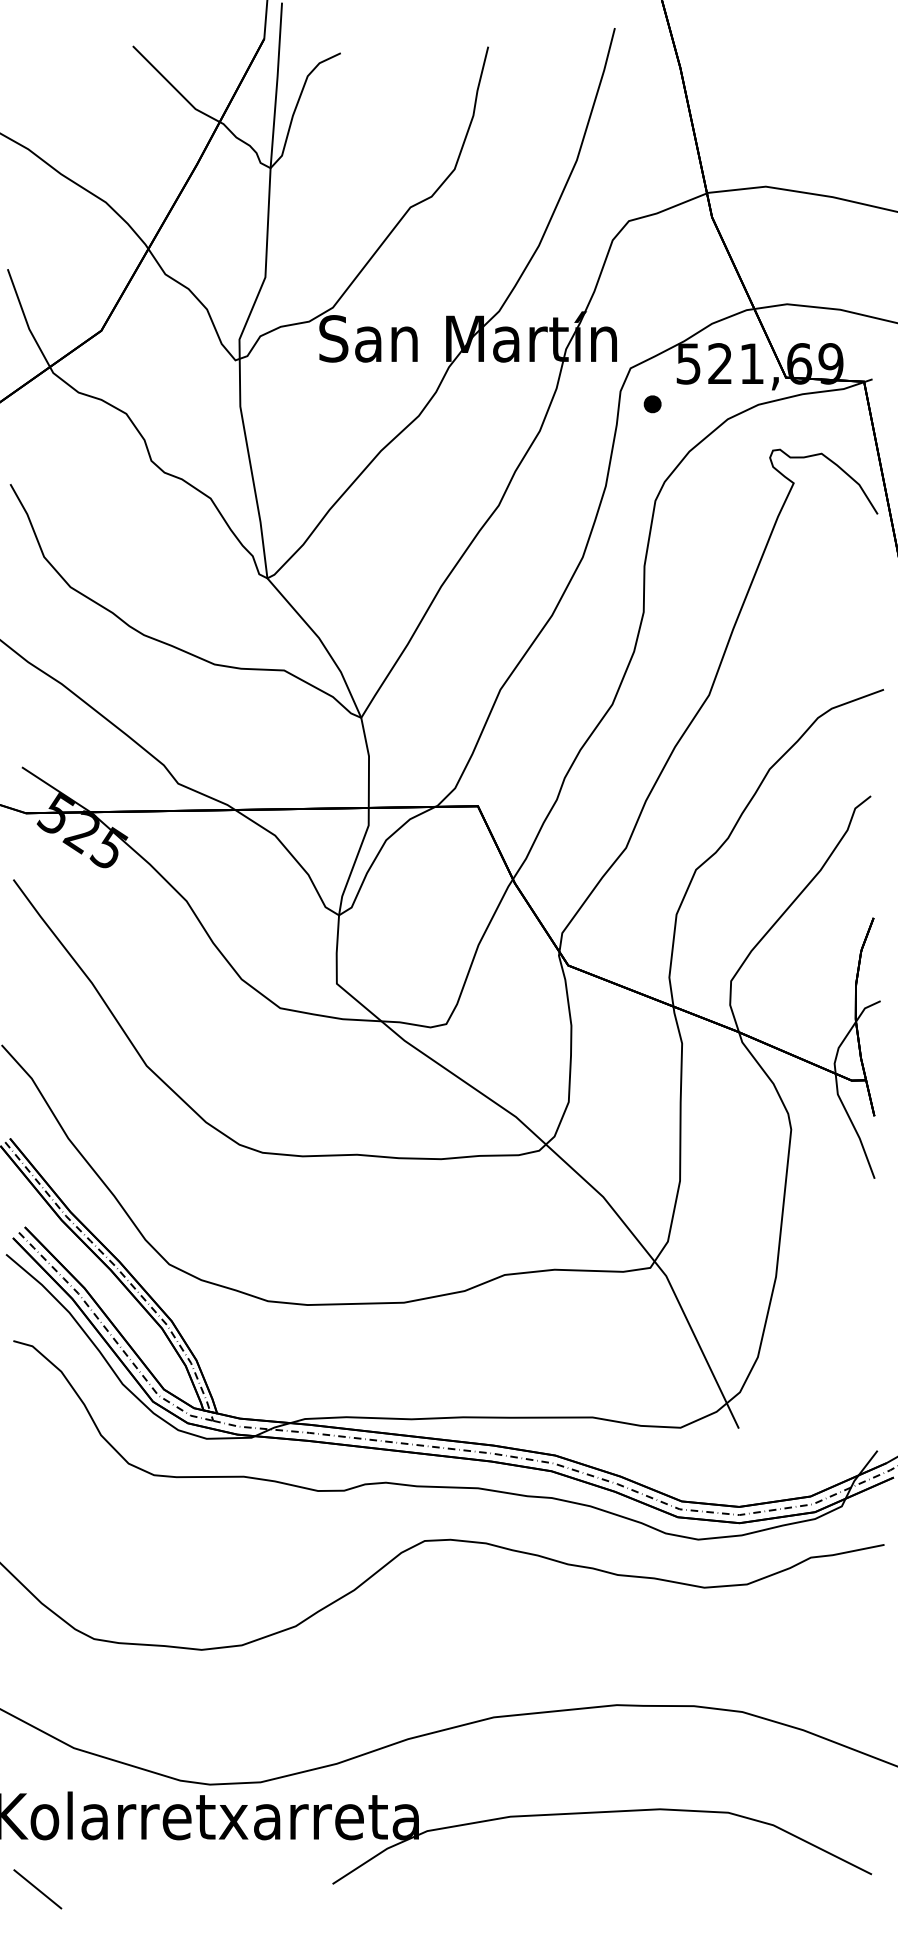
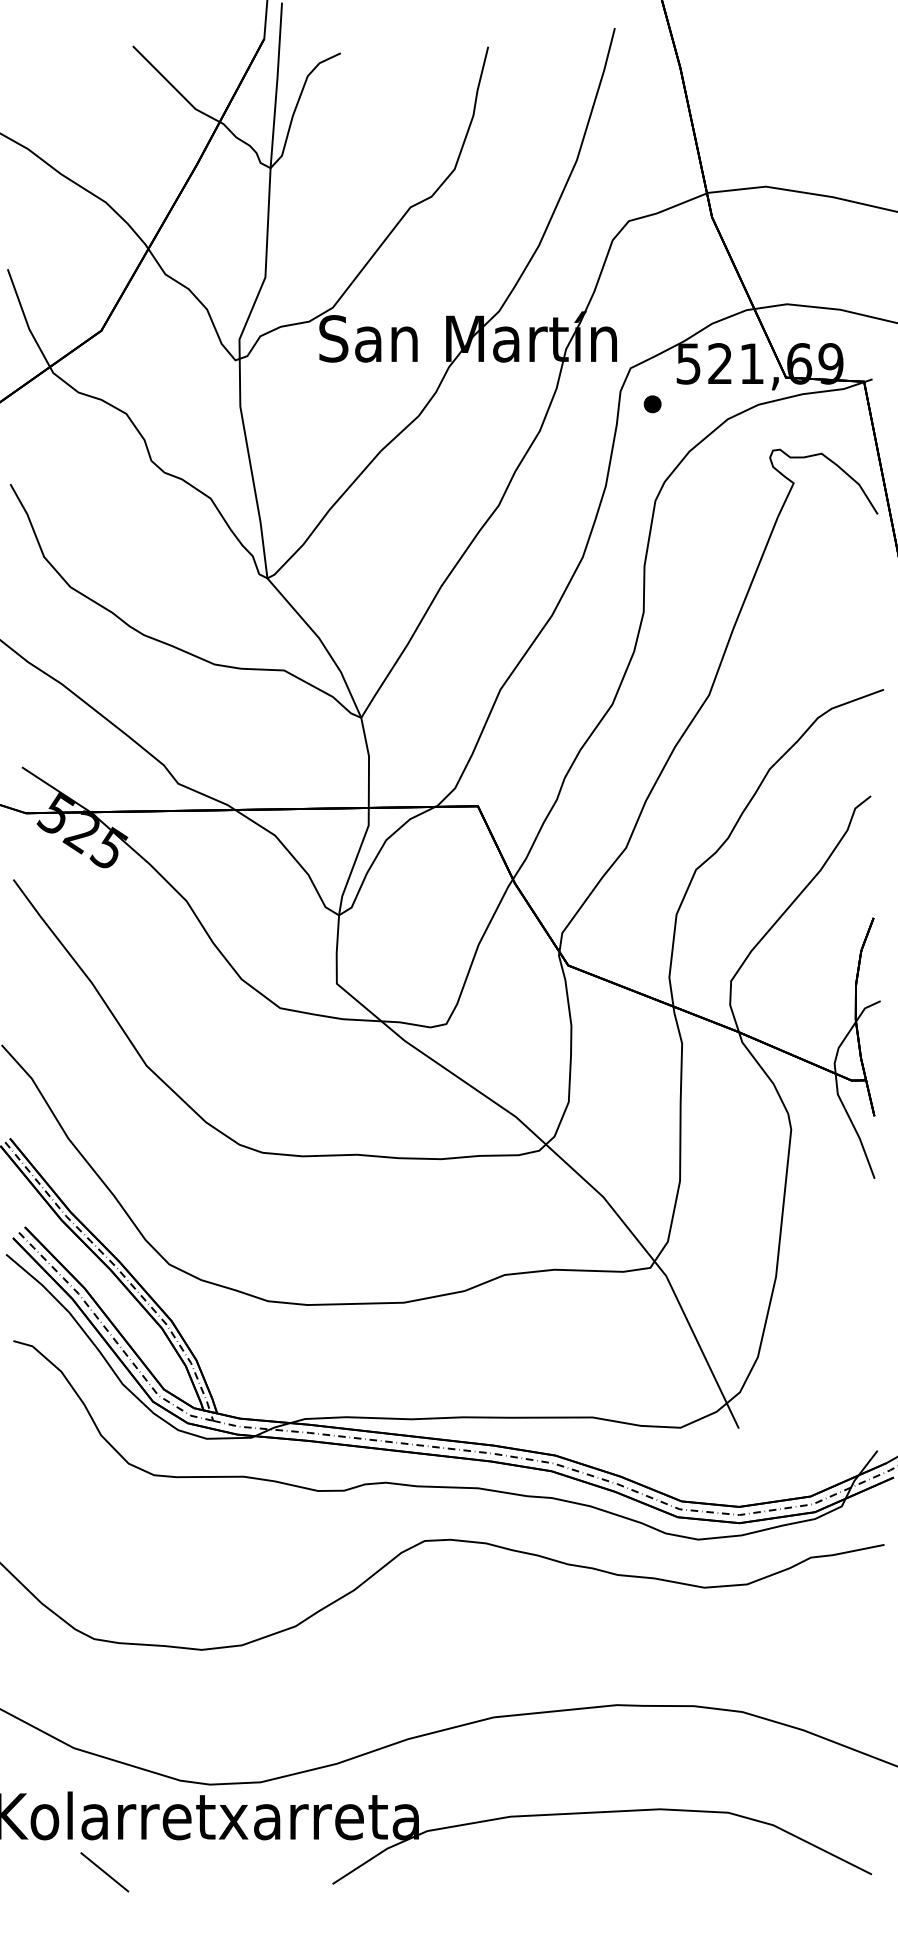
line at (37, 1889) position: (37, 1889) -> (104, 1872)
